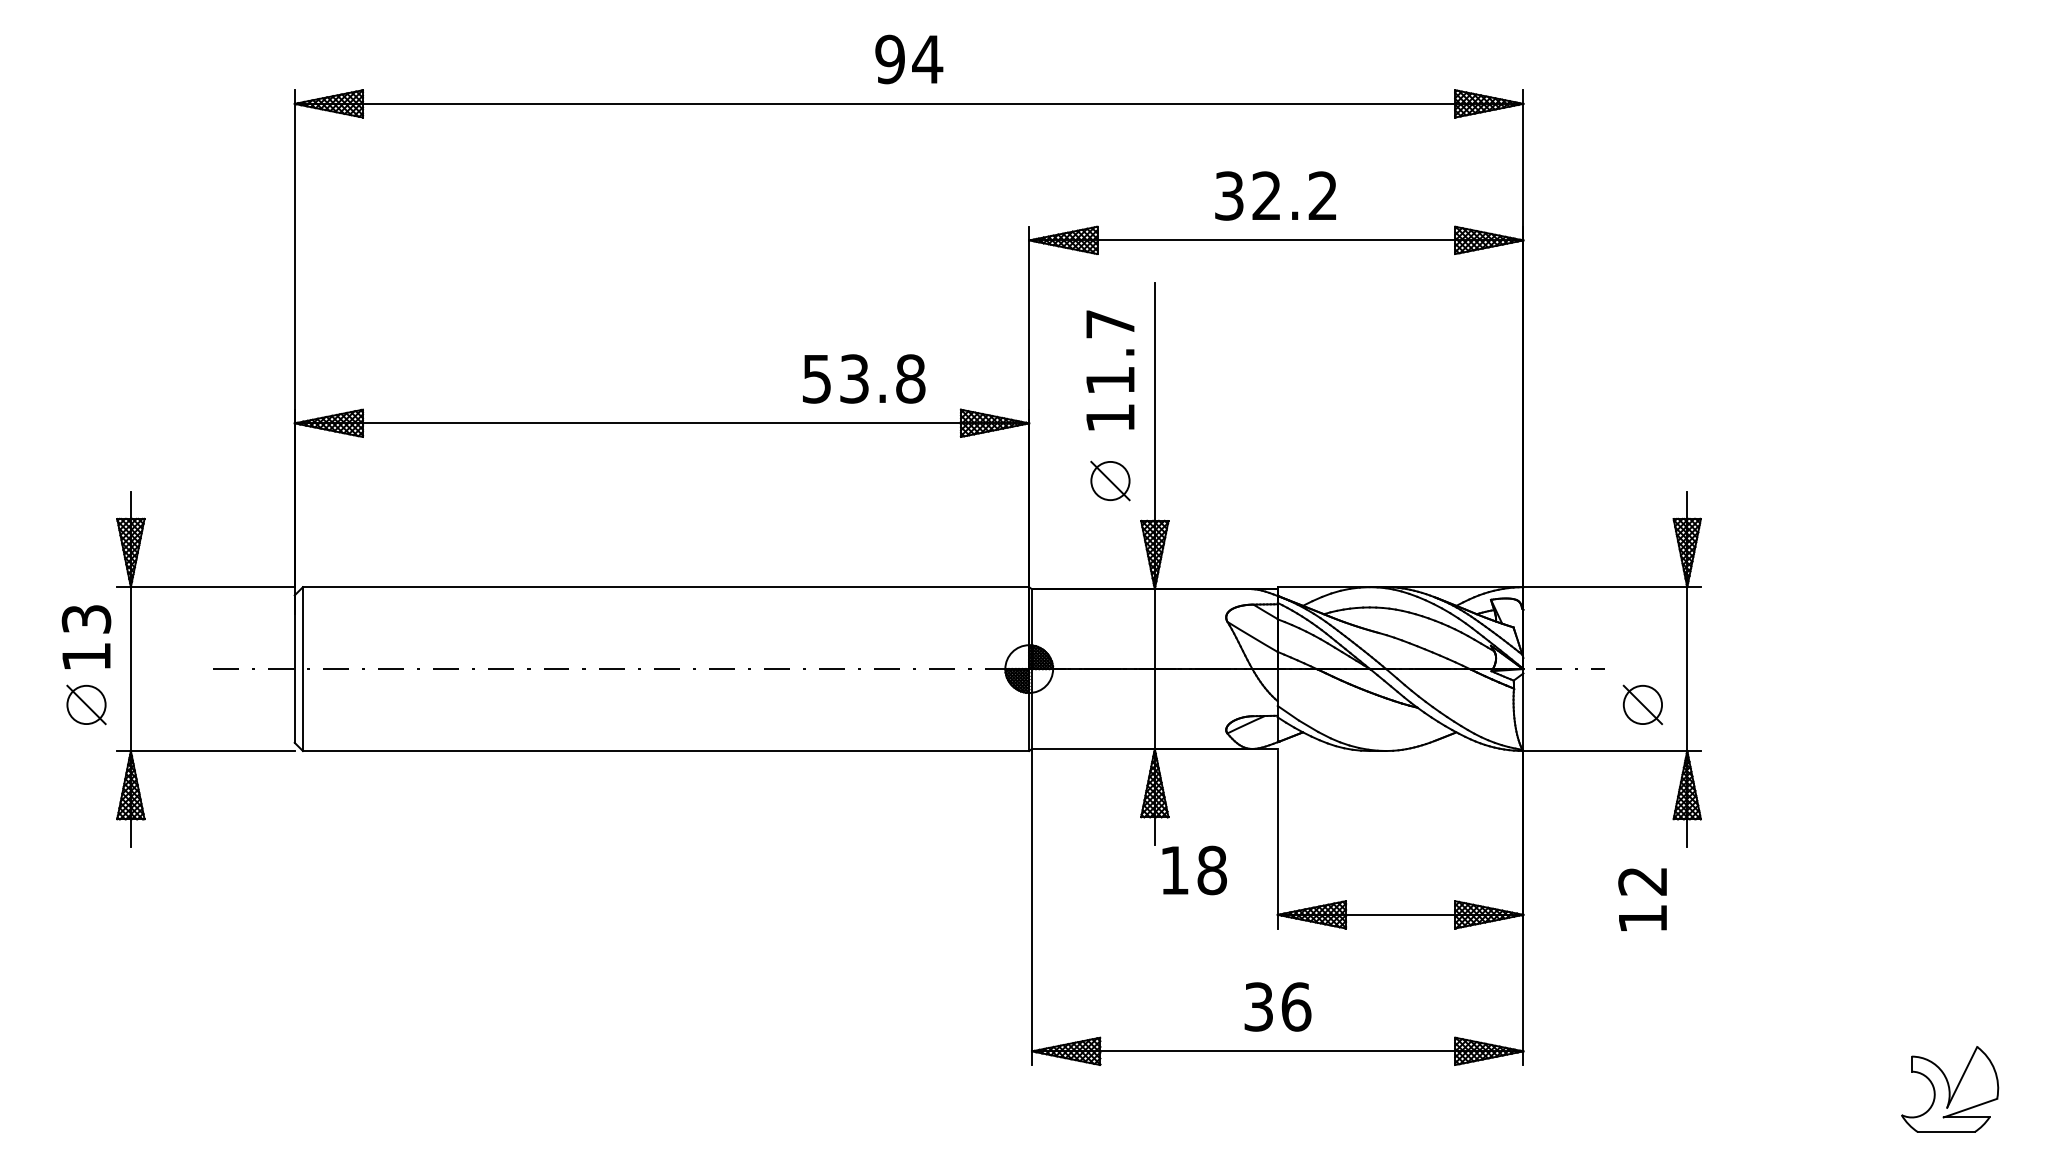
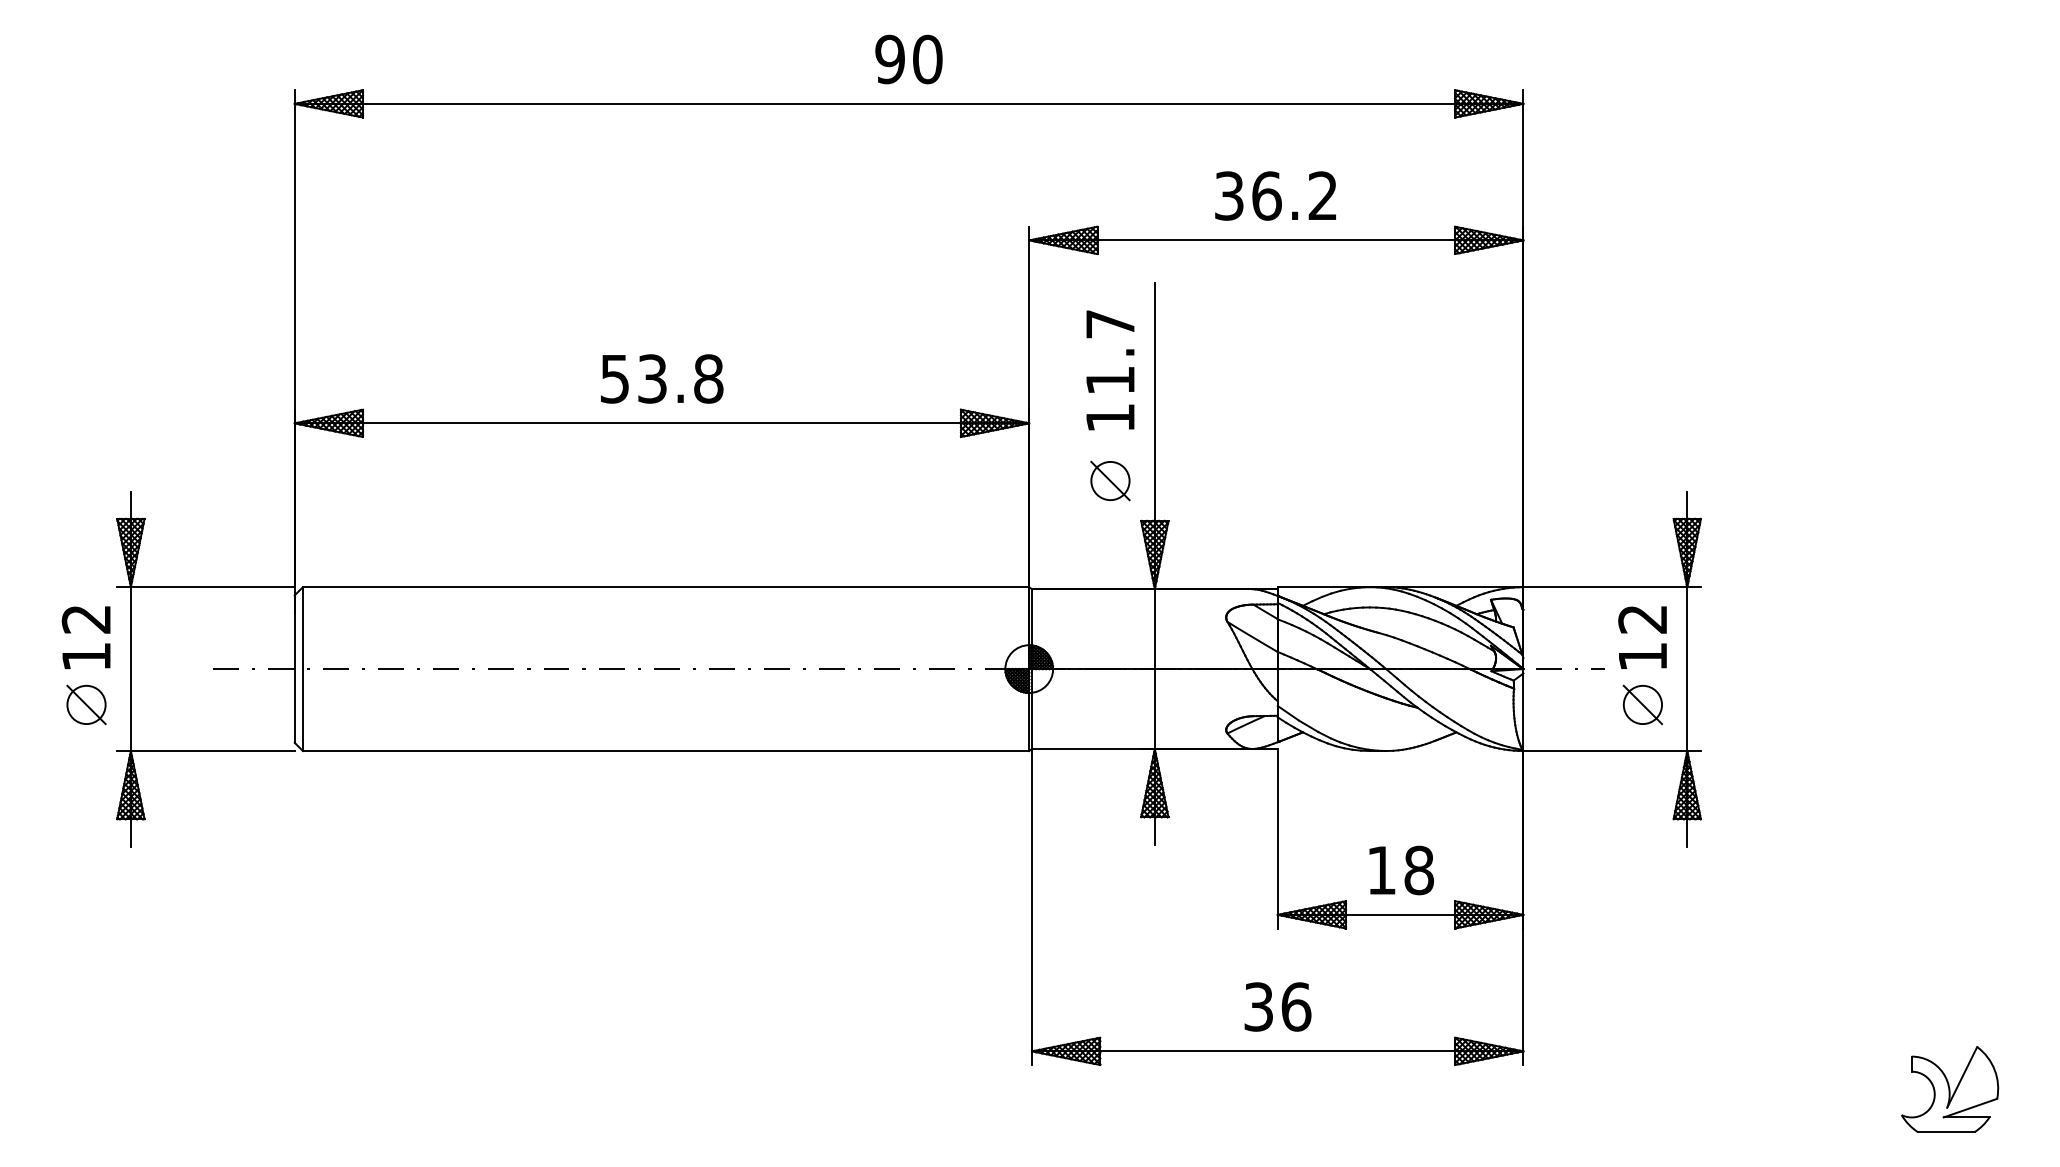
text at (927, 59): 94 -> 90
text at (1266, 195): 32.2 -> 36.2
text at (864, 378) position: (864, 378) -> (662, 378)
text at (86, 619): 13 -> 12
text at (1194, 870) position: (1194, 870) -> (1401, 870)
text at (1642, 899) position: (1642, 899) -> (1642, 637)
